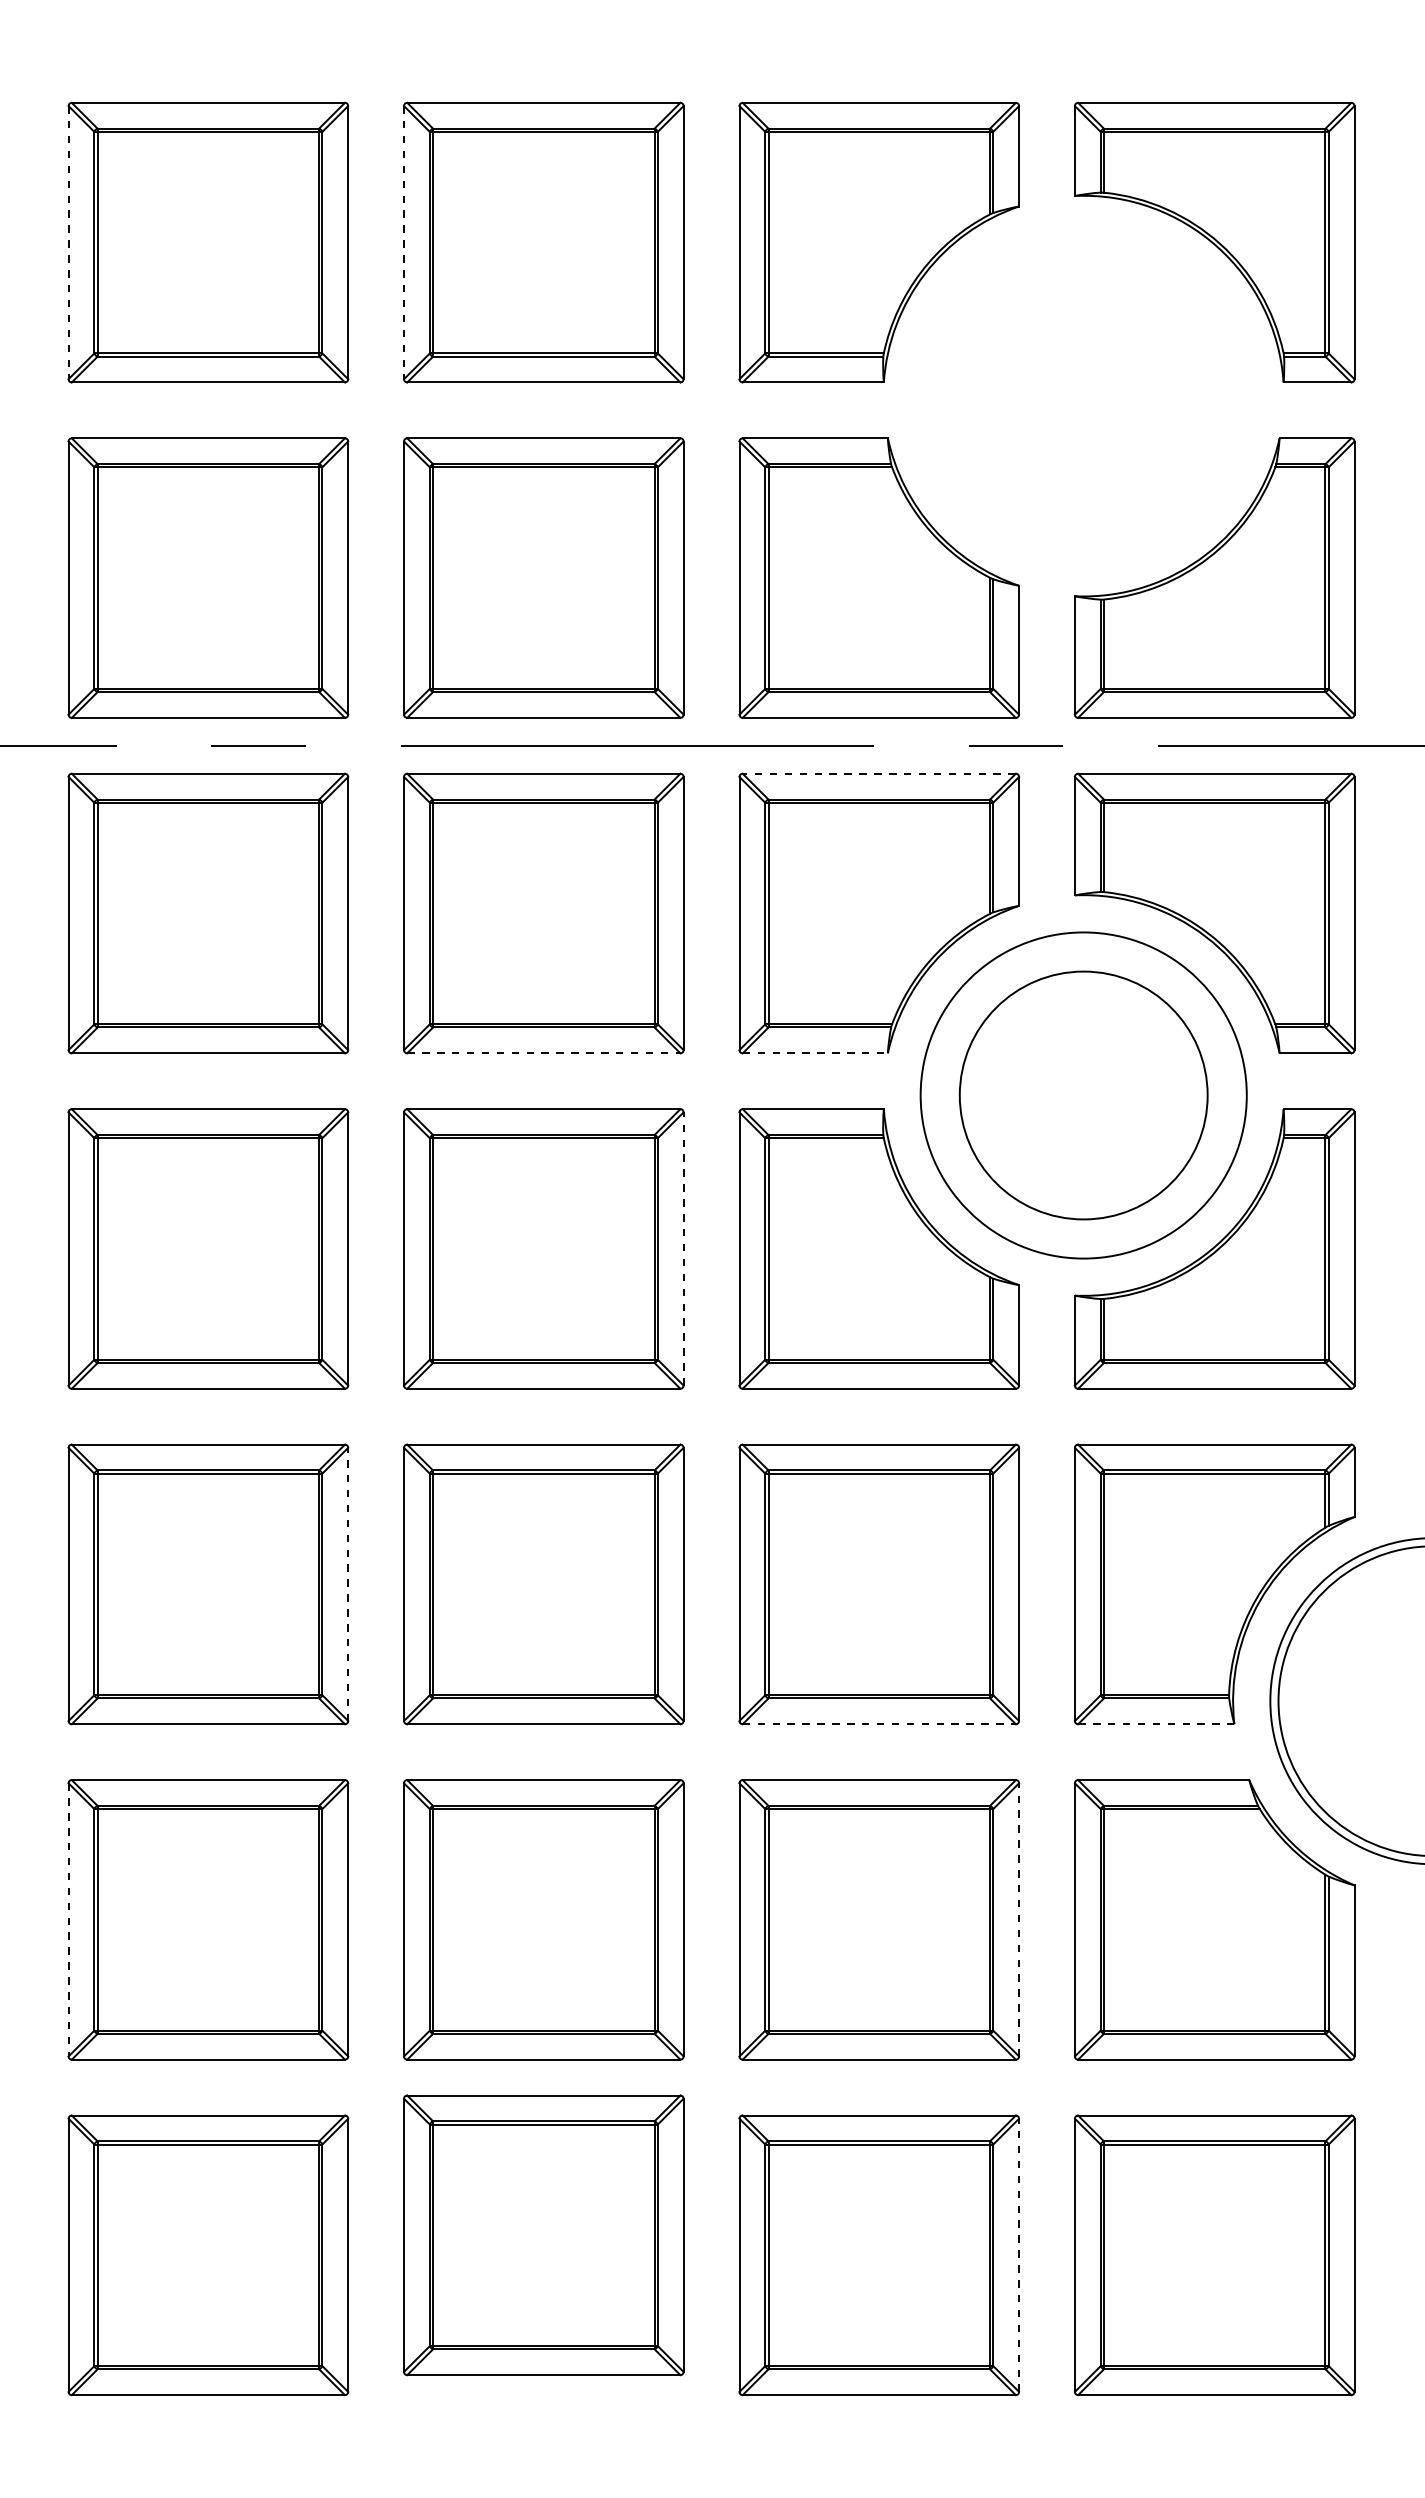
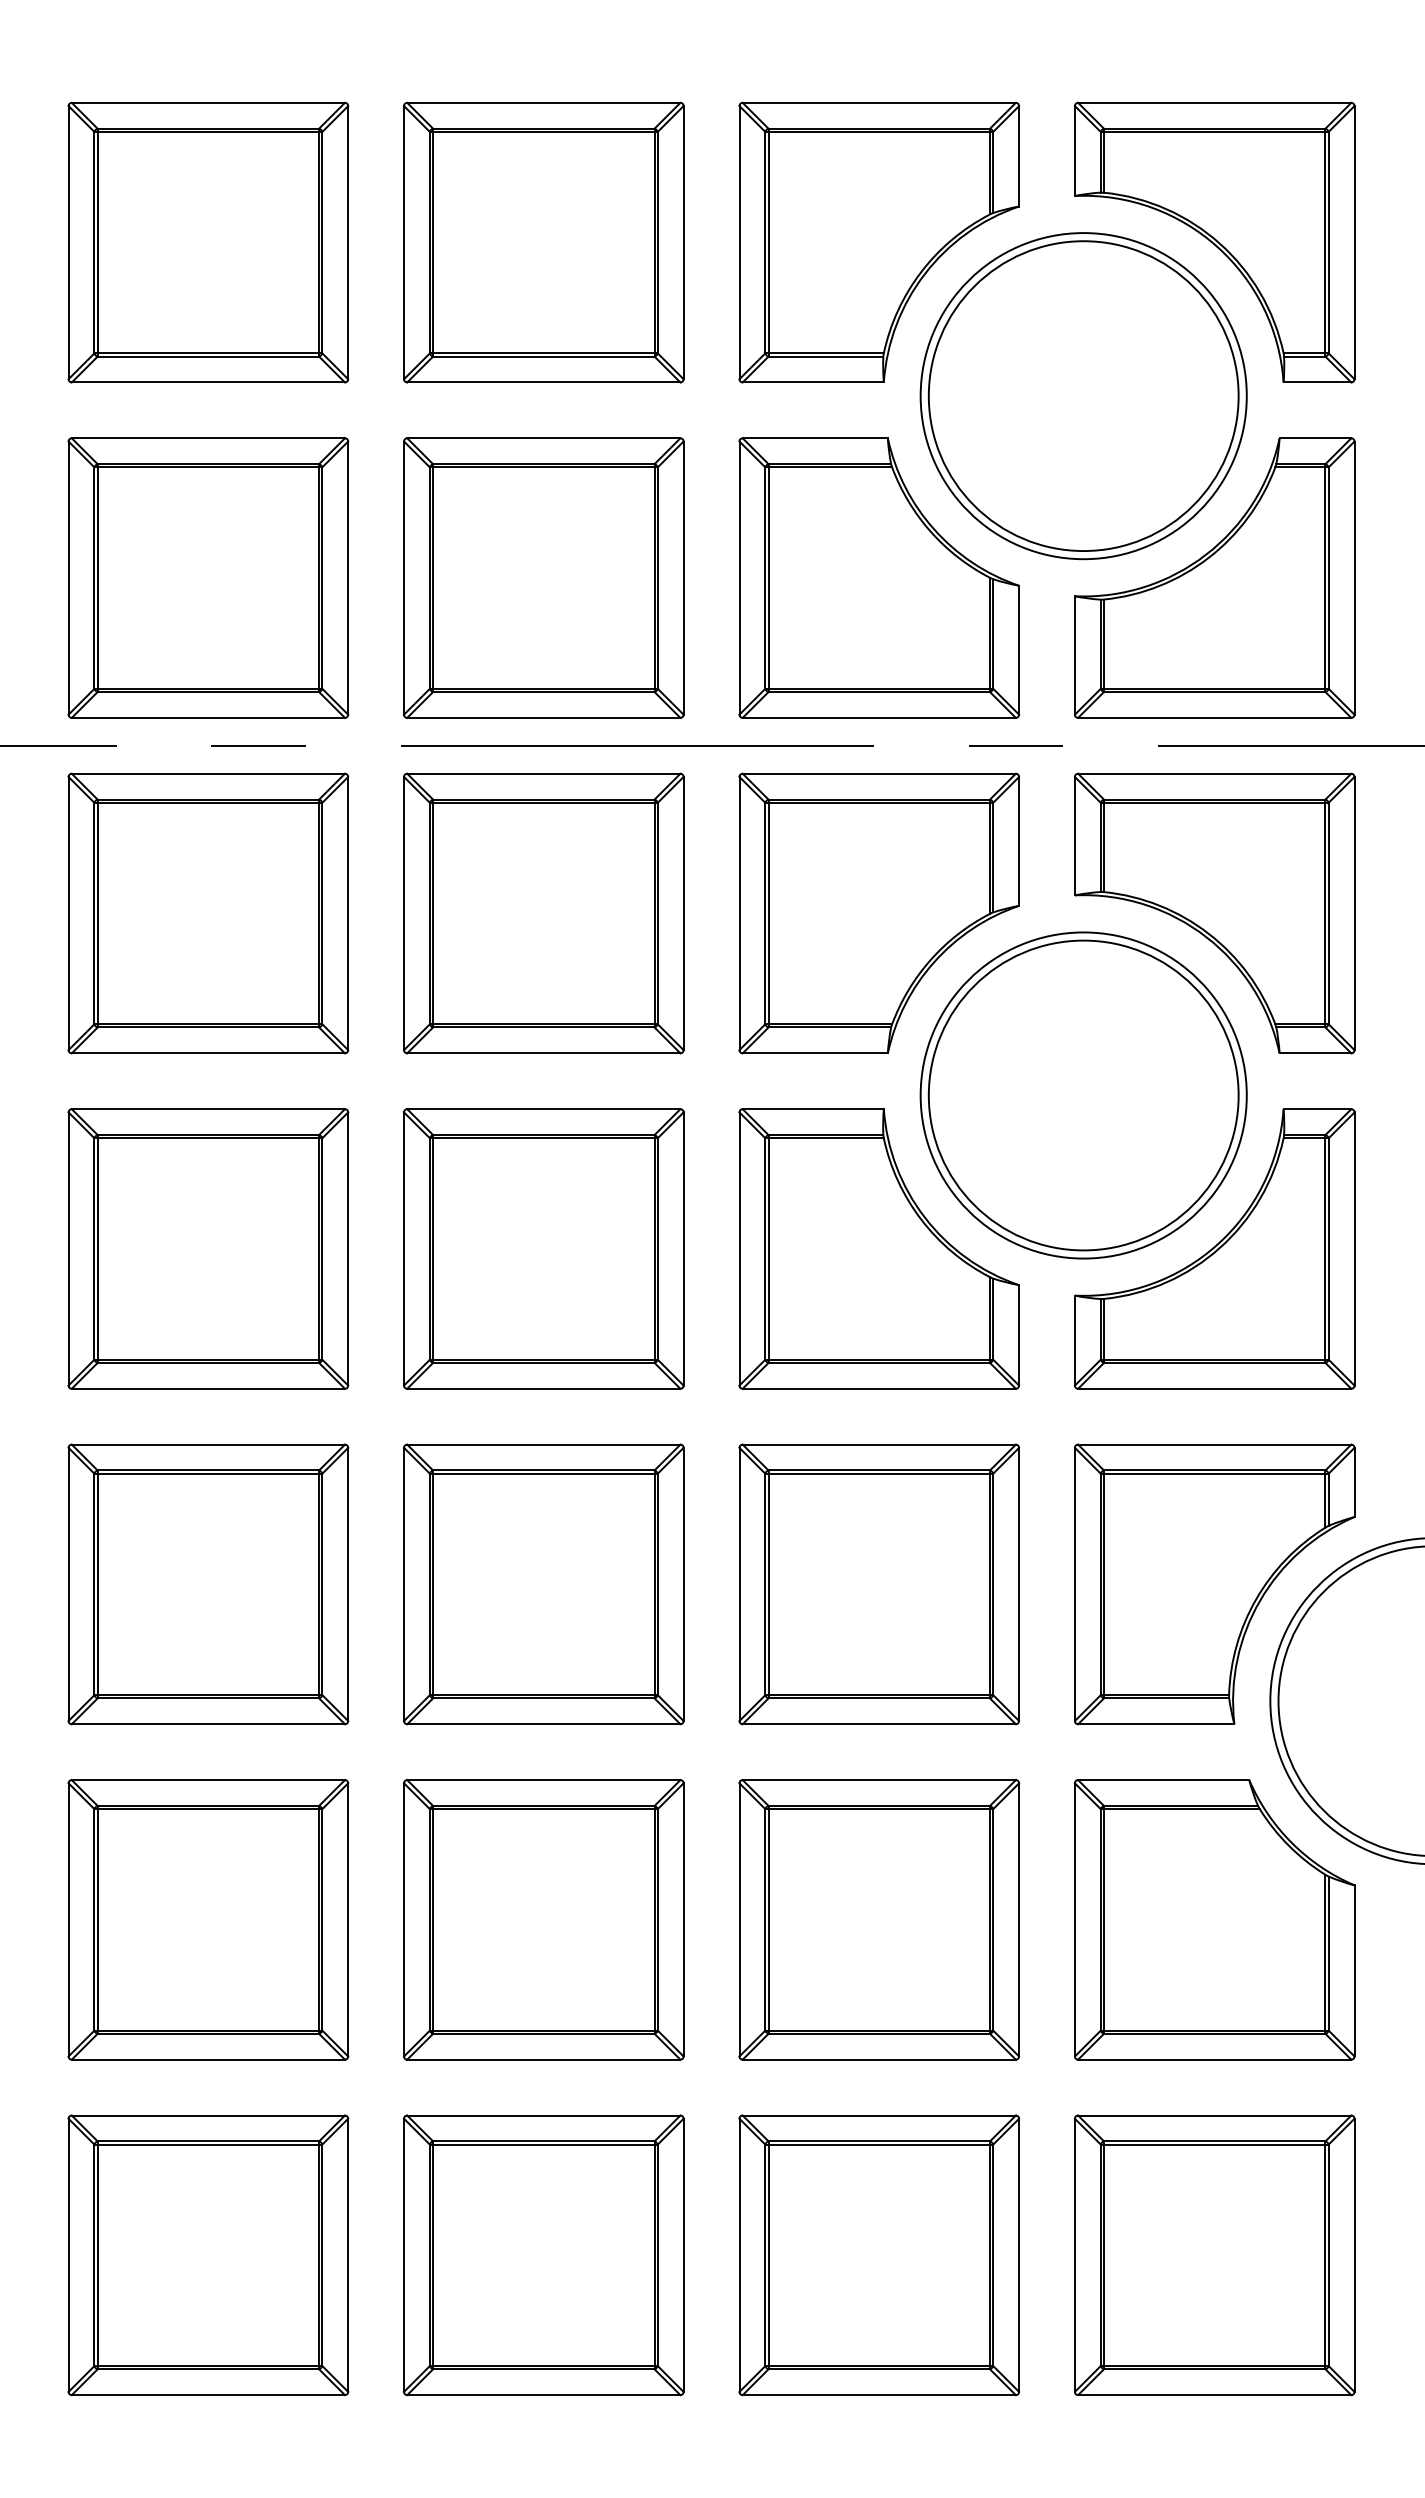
line at (68, 242): dashed -> solid
line at (404, 242): dashed -> solid
part at (1083, 396): none -> present
line at (879, 773): dashed -> solid
line at (543, 1053): dashed -> solid
line at (815, 1053): dashed -> solid
circle at (1083, 1095) diameter: 248 px -> 310 px
line at (683, 1248): dashed -> solid
line at (348, 1584): dashed -> solid
line at (879, 1724): dashed -> solid
line at (1156, 1724): dashed -> solid
line at (68, 1919): dashed -> solid
line at (1019, 1919): dashed -> solid
part at (543, 2235) position: (543, 2235) -> (543, 2255)
line at (1019, 2255): dashed -> solid
